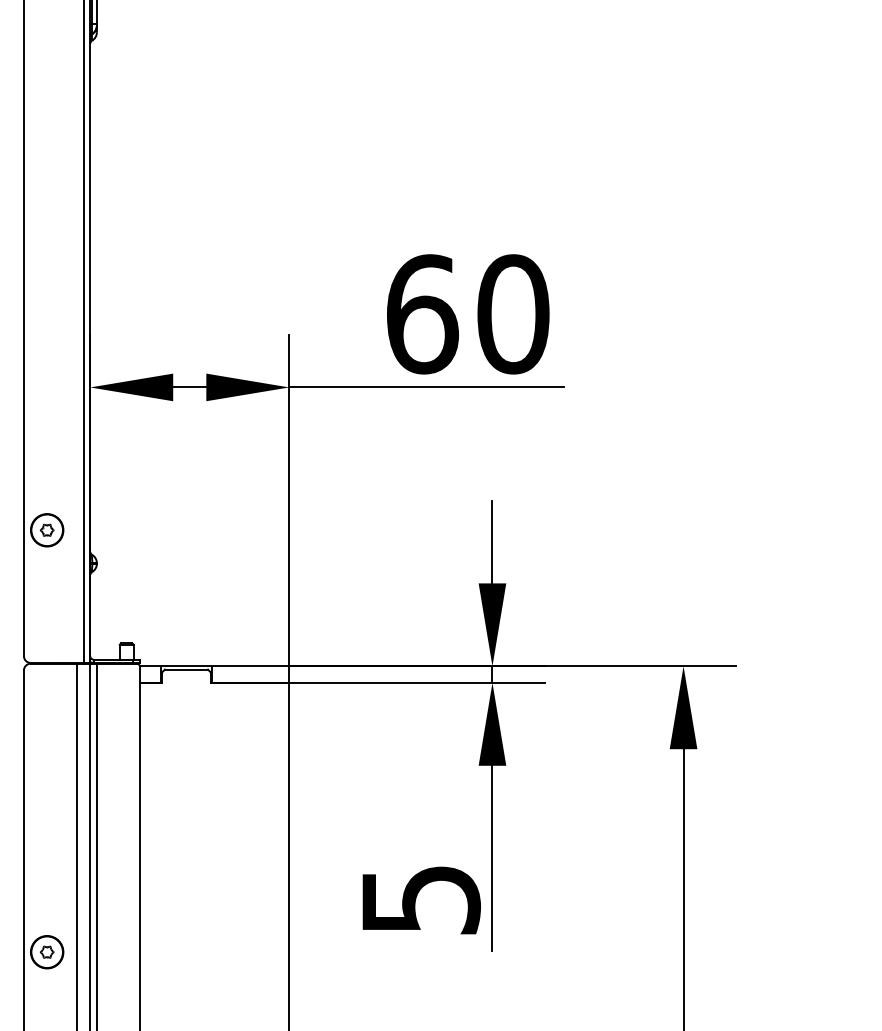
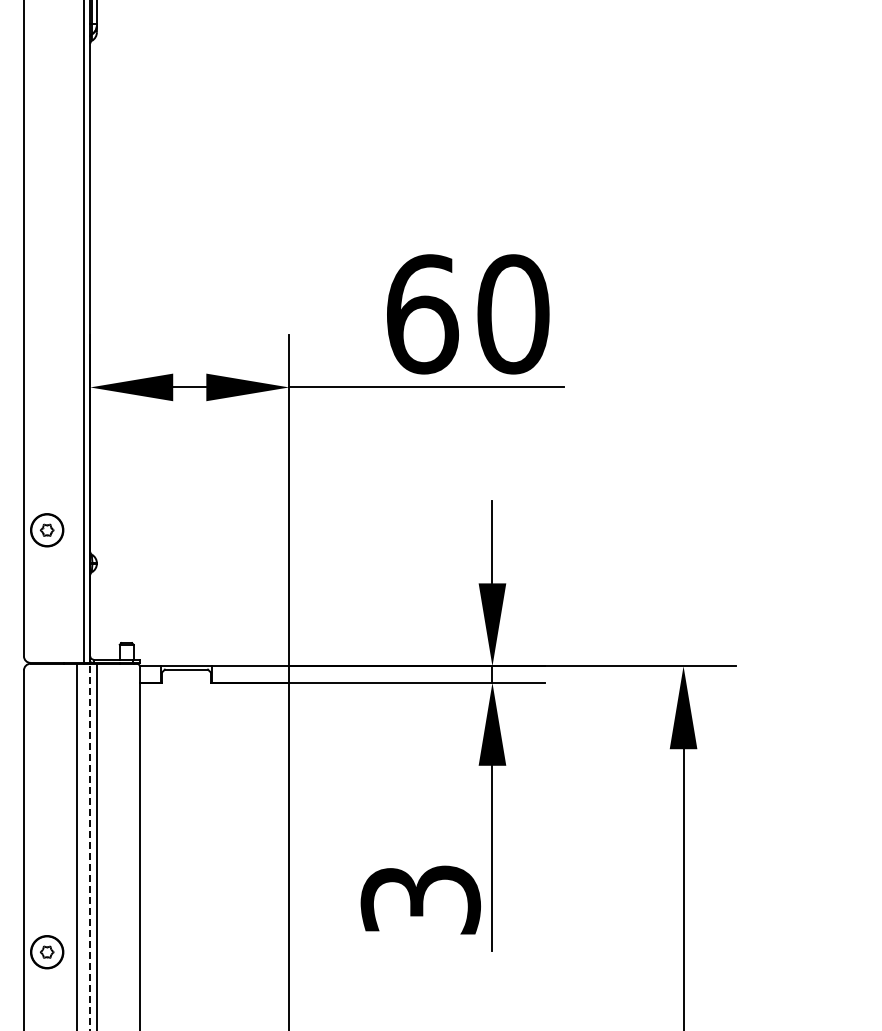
line at (90, 846): solid -> dashed
text at (420, 899): 5 -> 3
